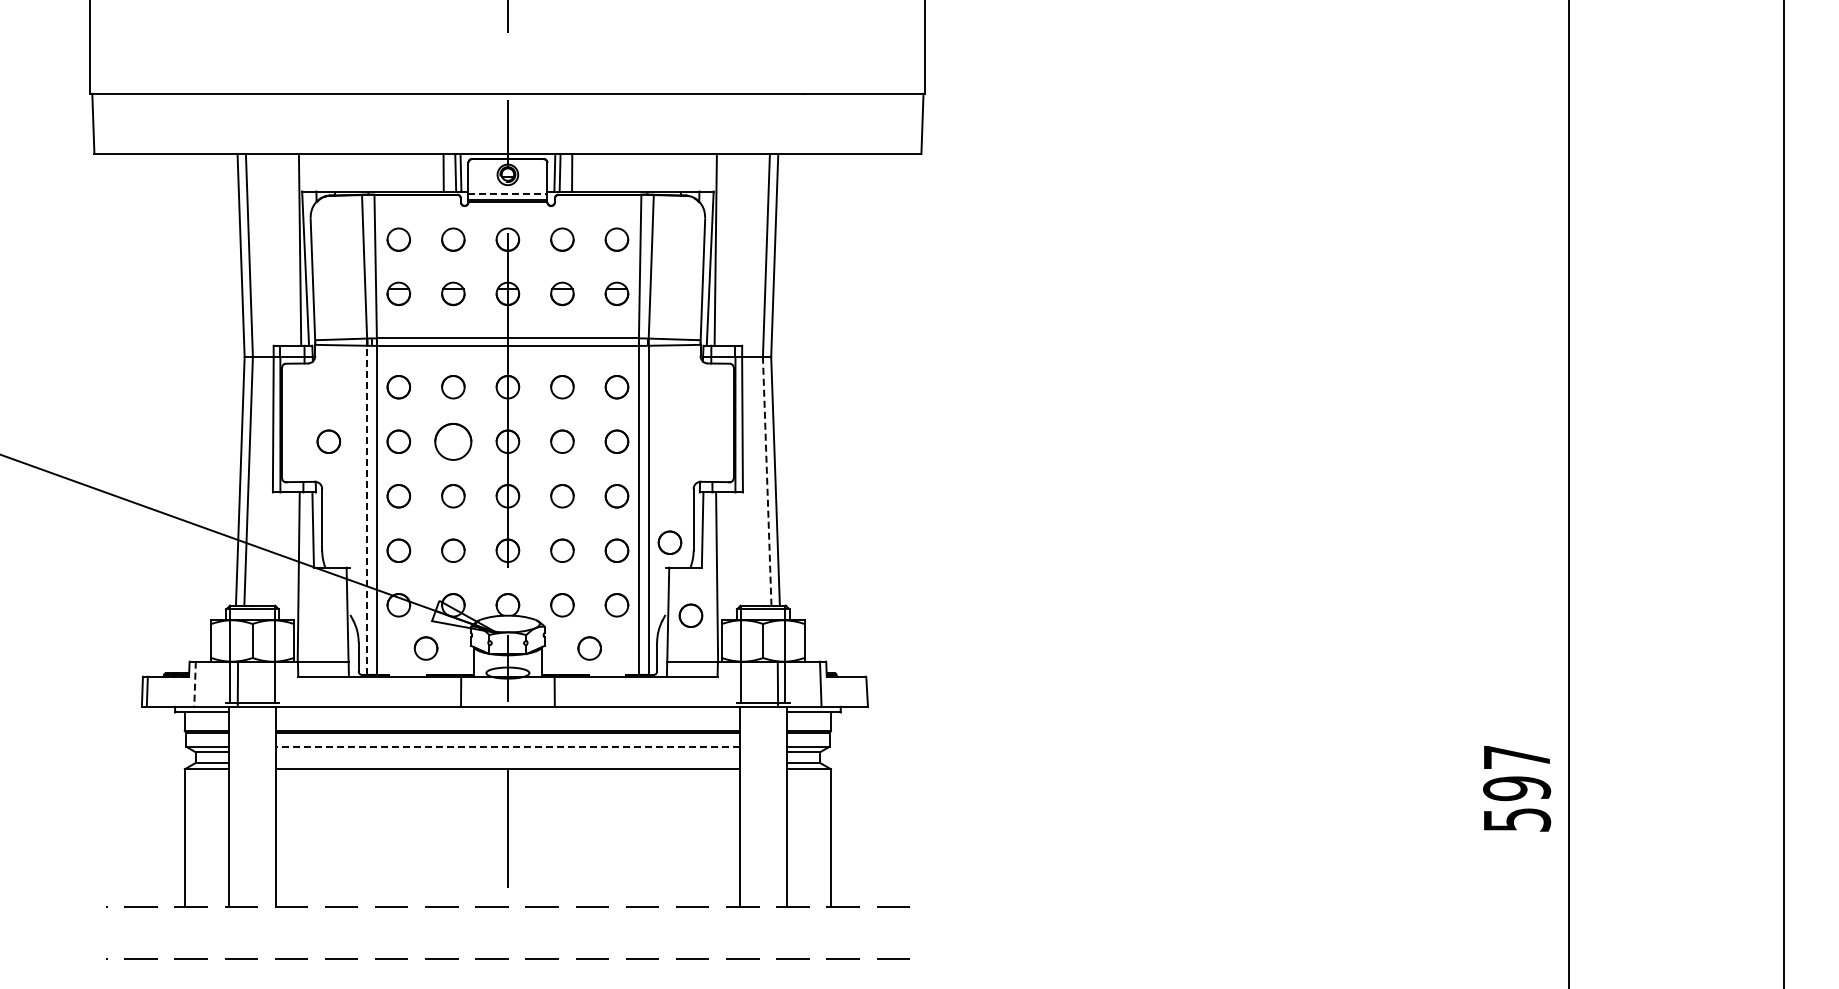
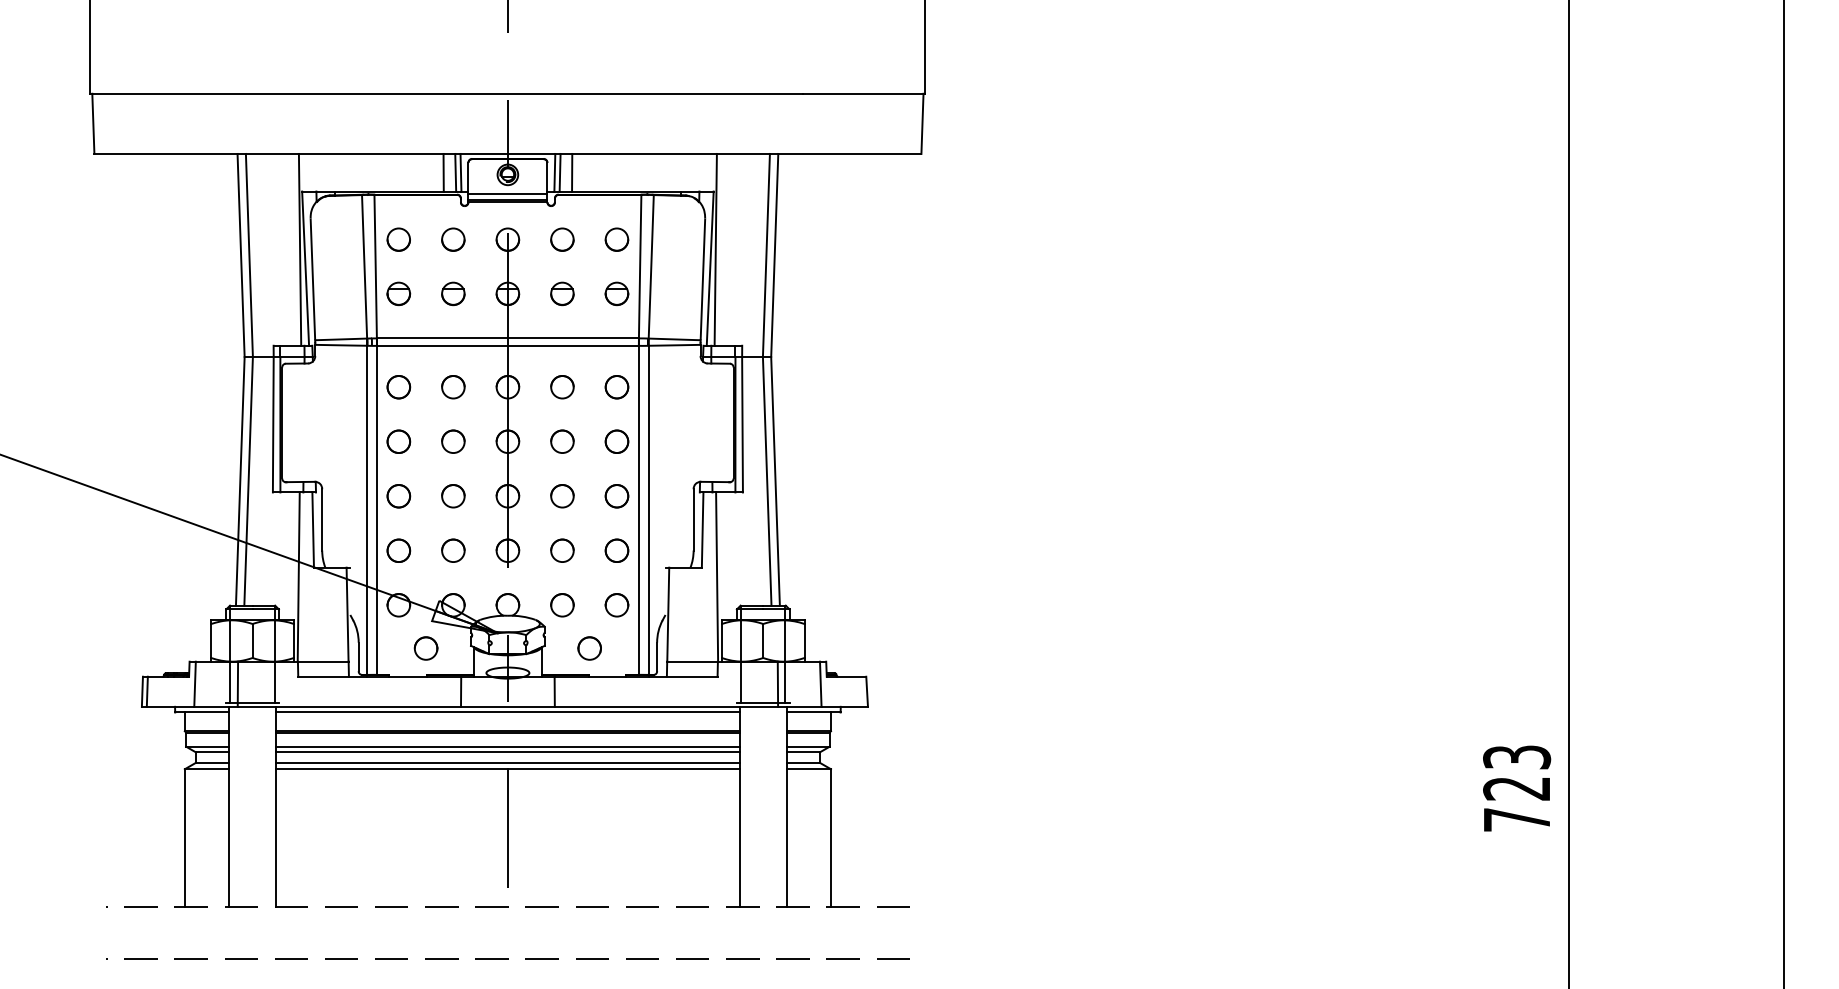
line at (508, 193): dashed -> solid
part at (328, 441): present -> none
circle at (453, 441) size: 39x38 px -> 25x25 px
line at (767, 480): dashed -> solid
line at (367, 510): dashed -> solid
part at (669, 542): present -> none
part at (690, 615): present -> none
line at (195, 684): dashed -> solid
line at (507, 712): none -> present
line at (507, 746): dashed -> solid
line at (507, 752): none -> present
line at (507, 762): none -> present
text at (1517, 788): 597 -> 723
